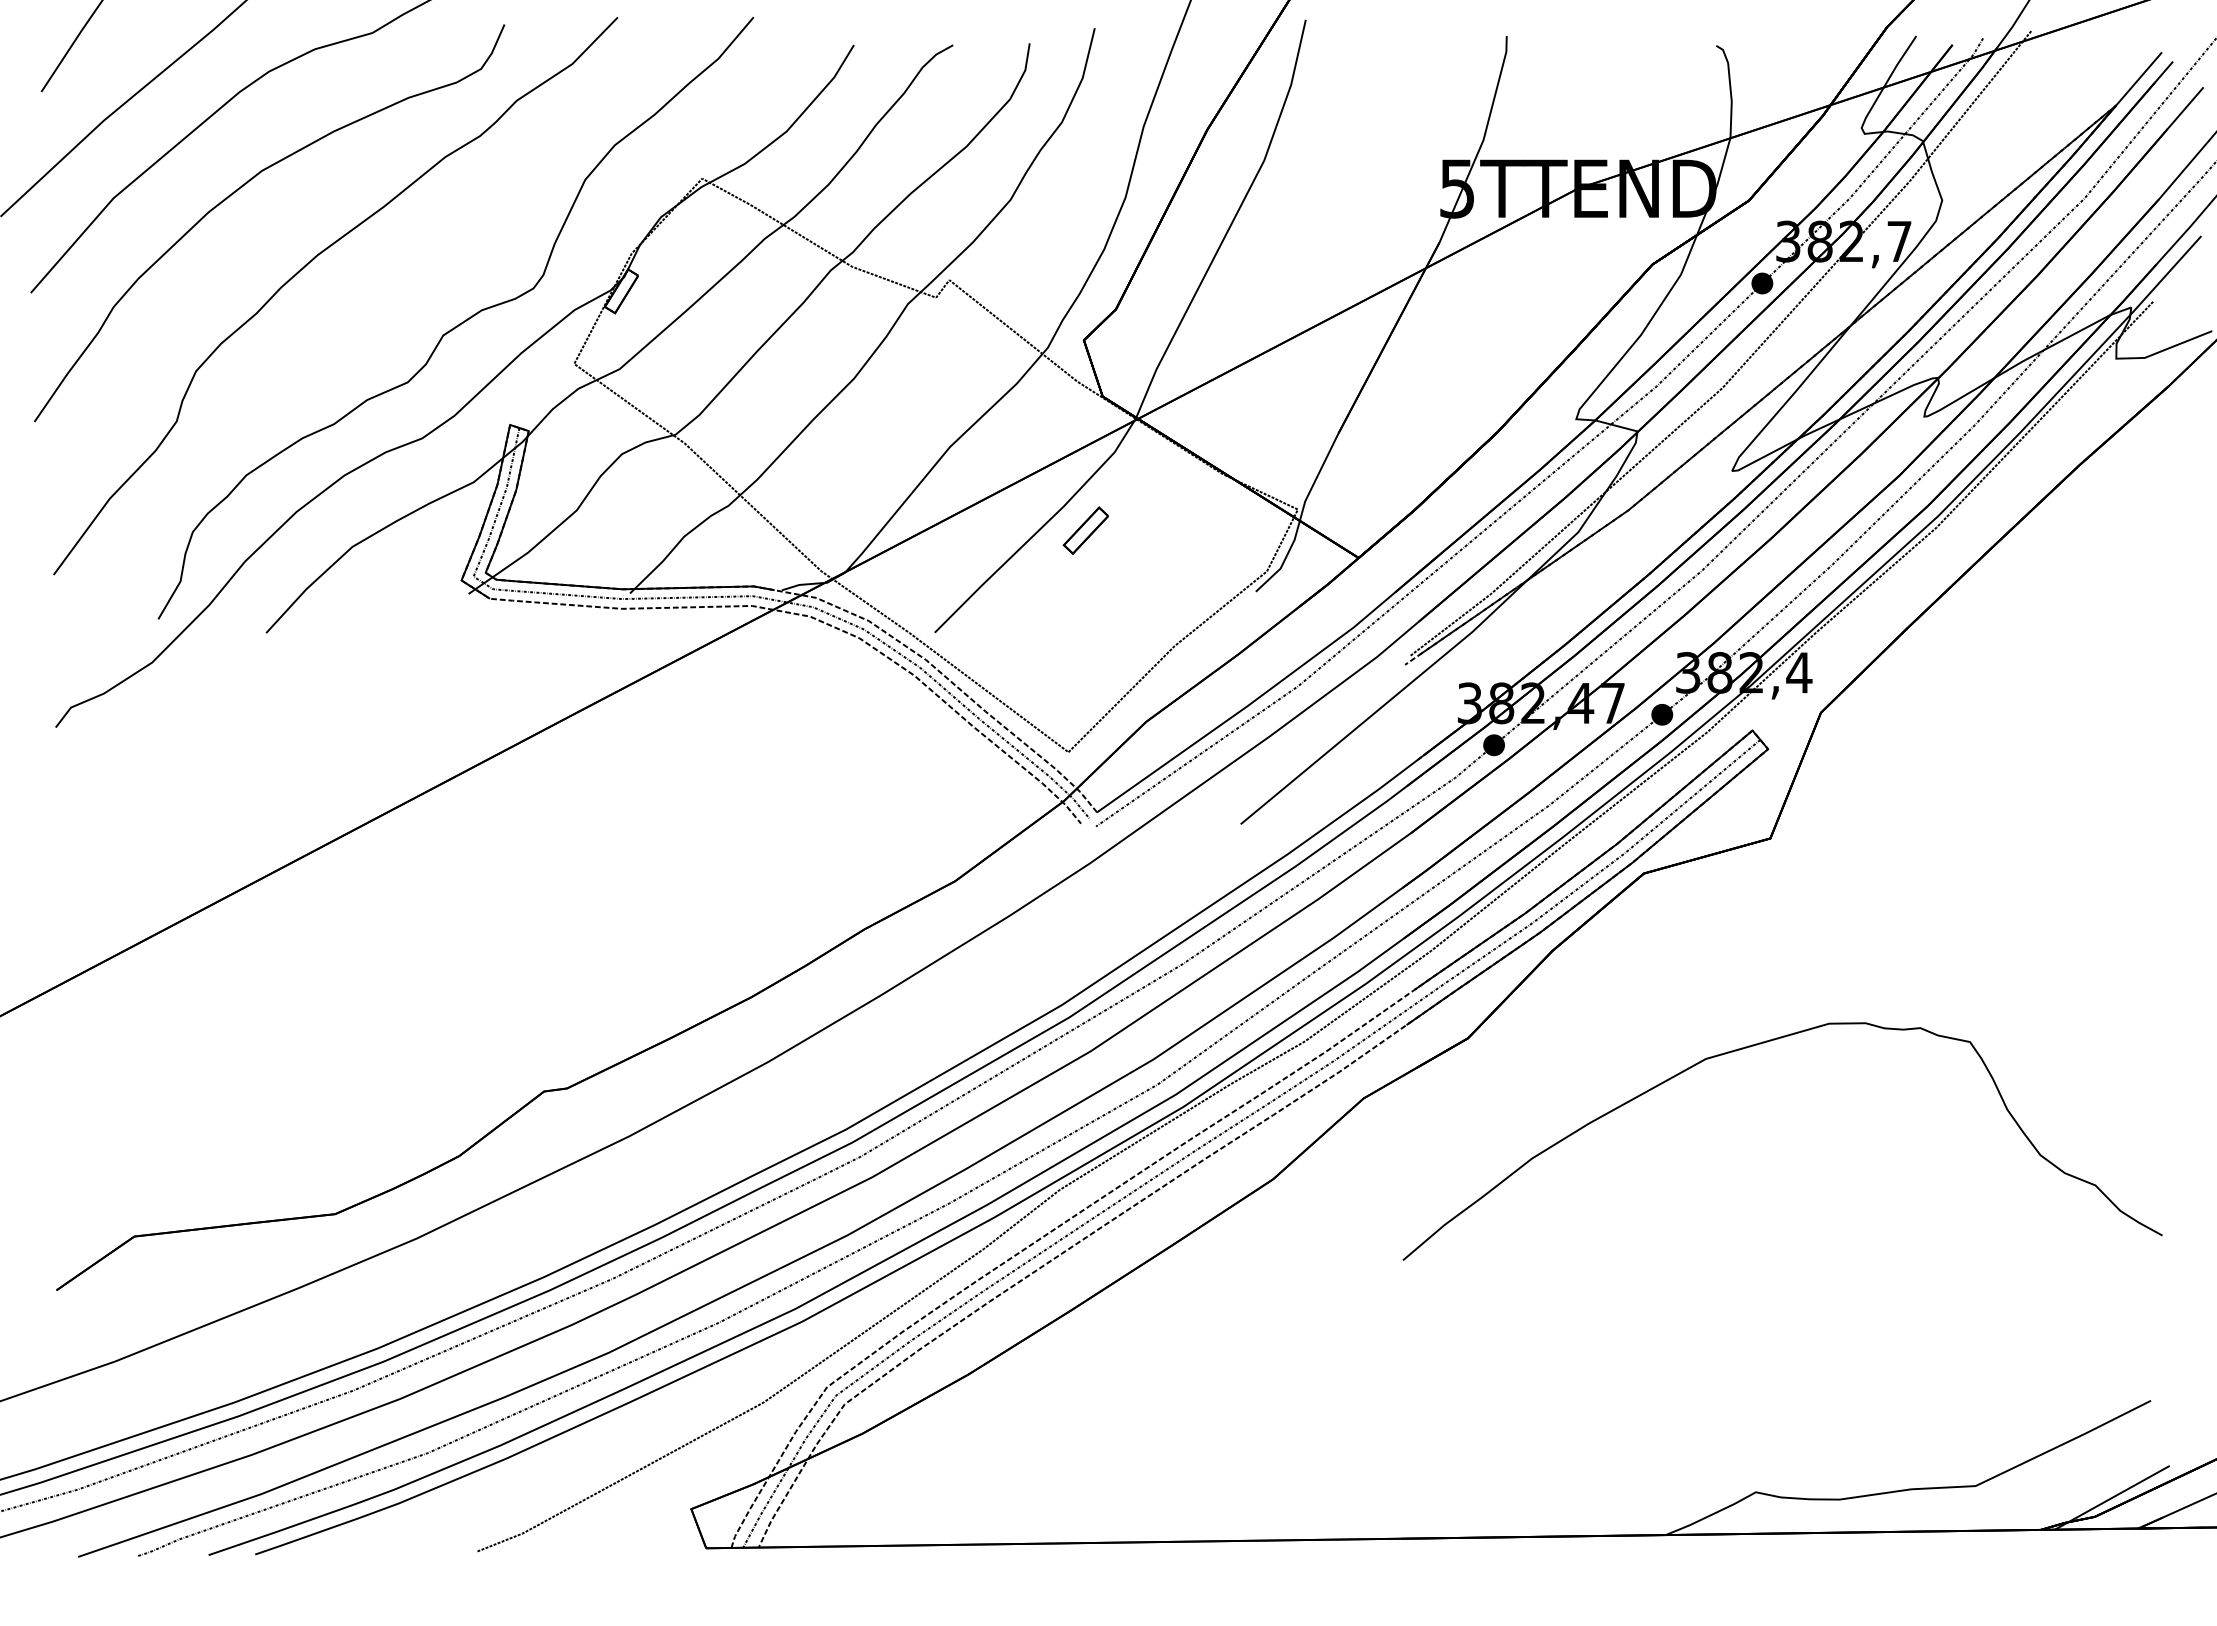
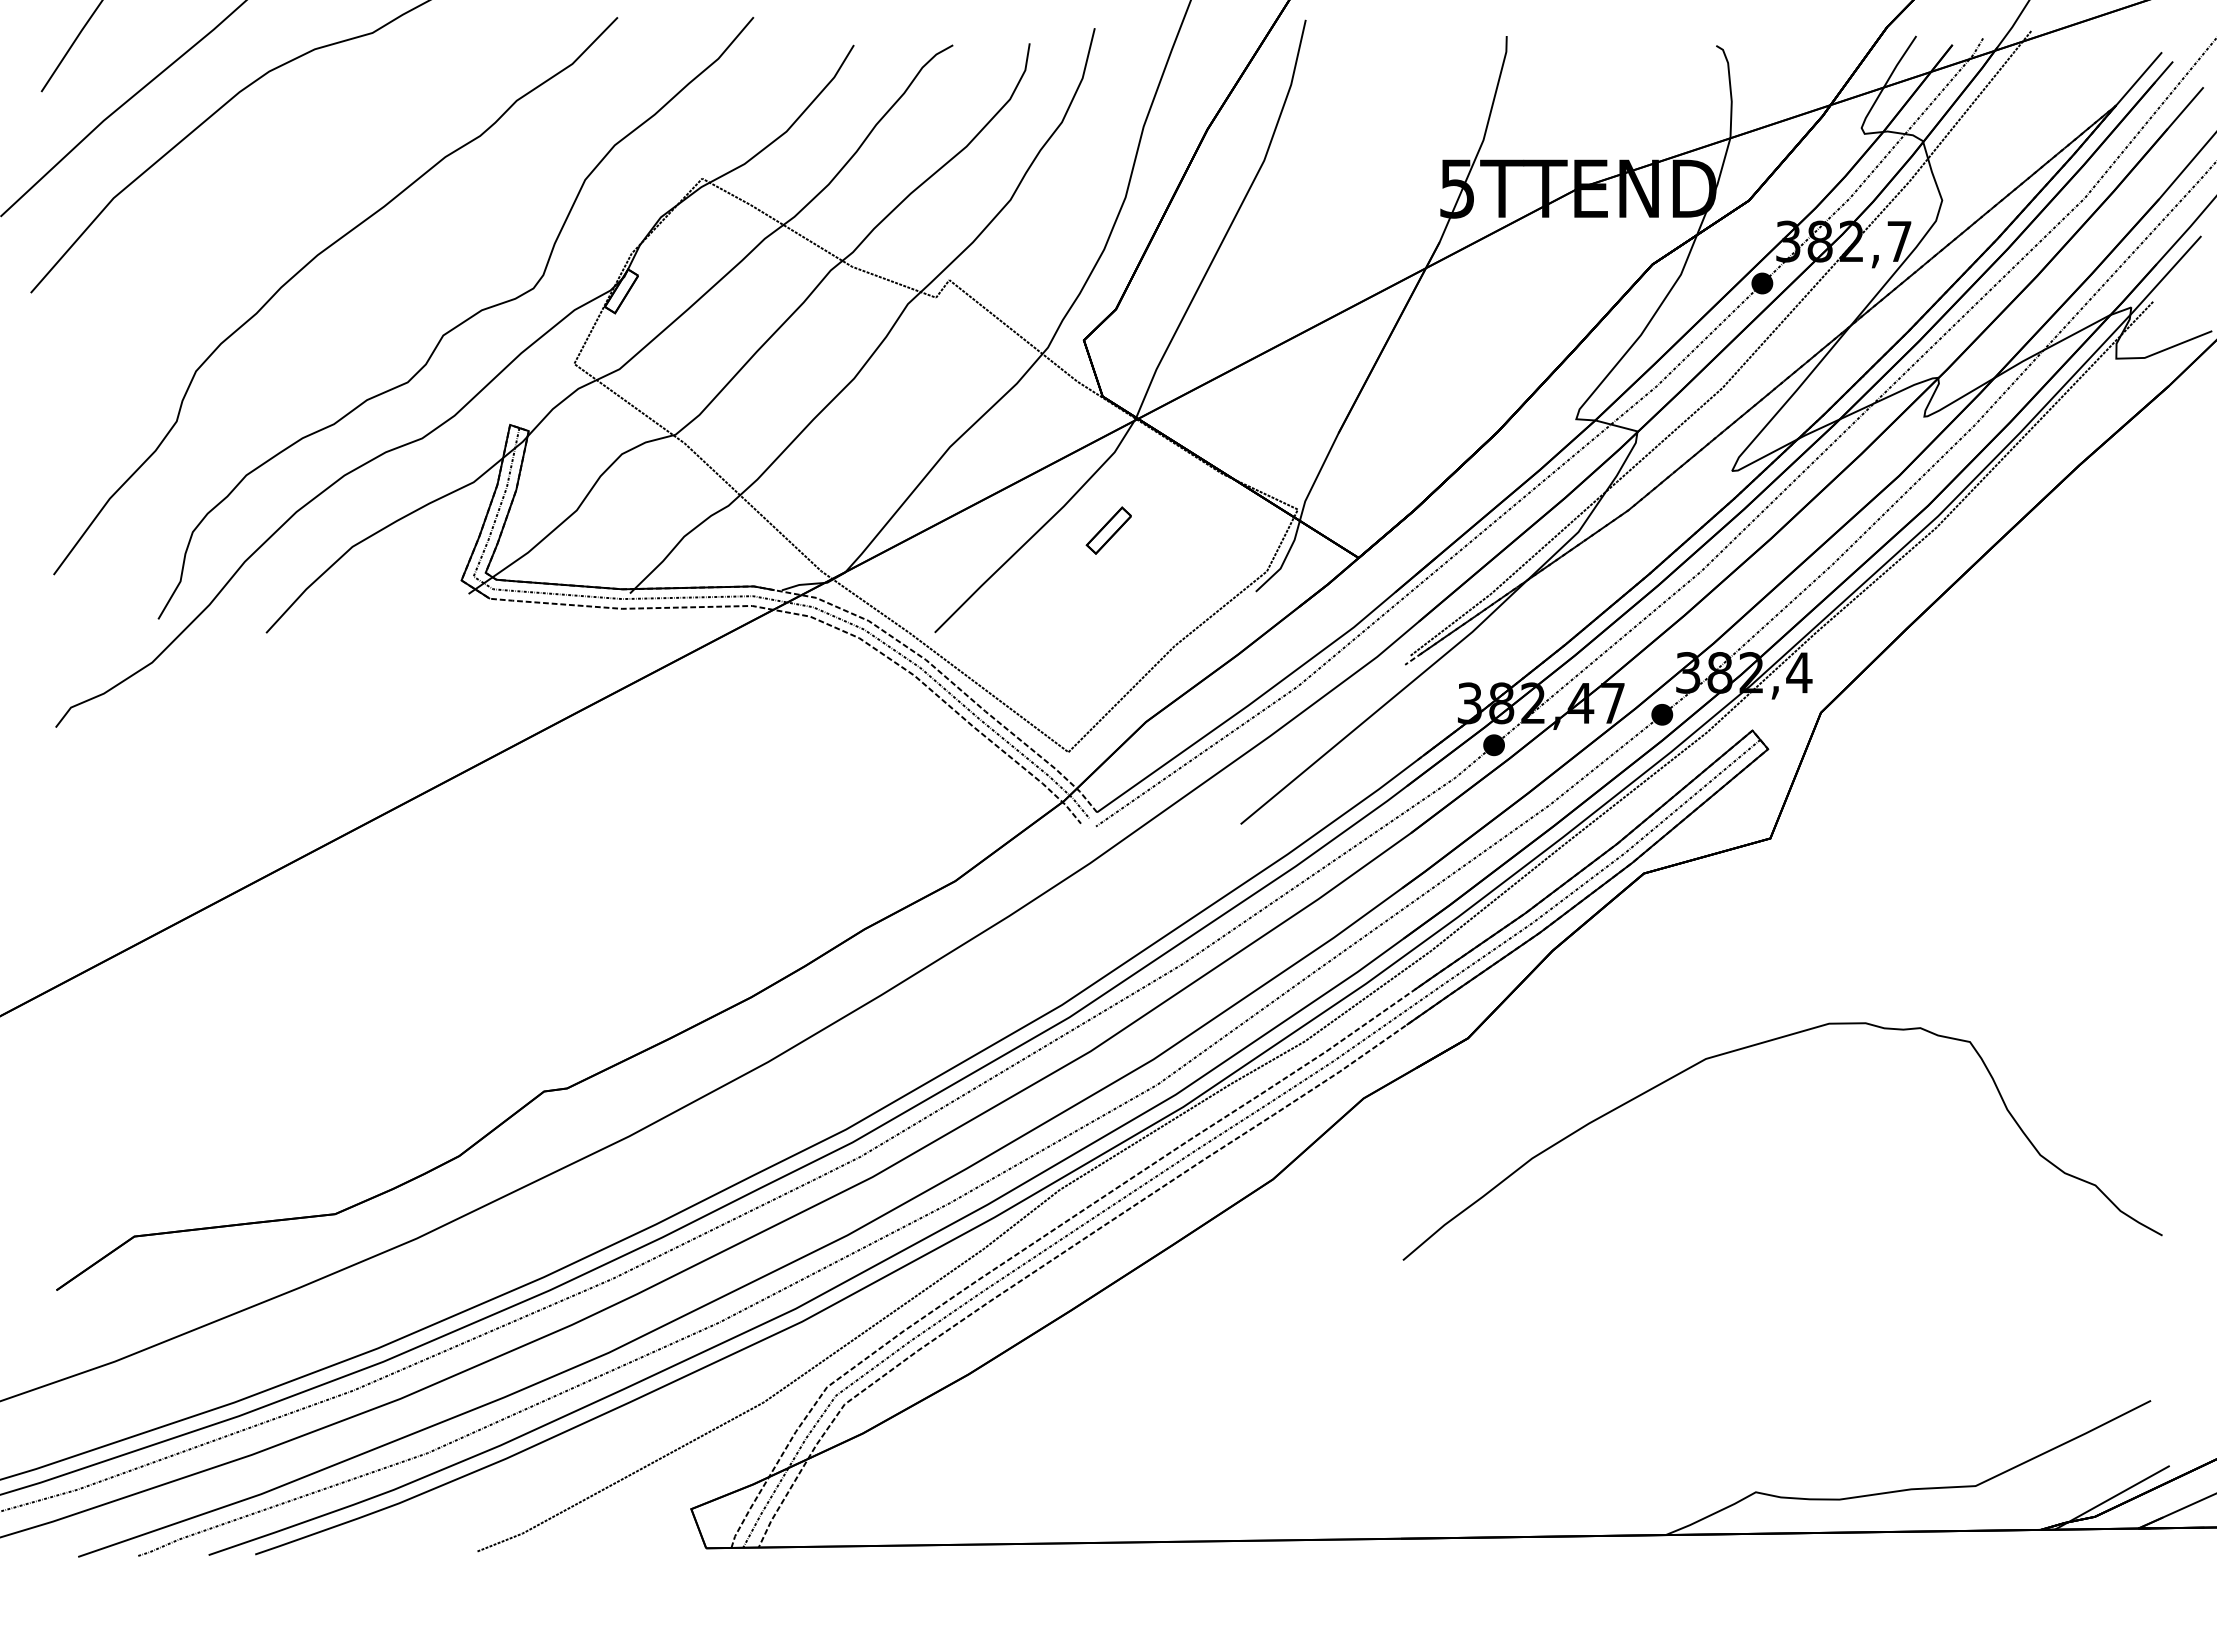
curve at (242, 187): present -> none
part at (1085, 530) position: (1085, 530) -> (1108, 530)
